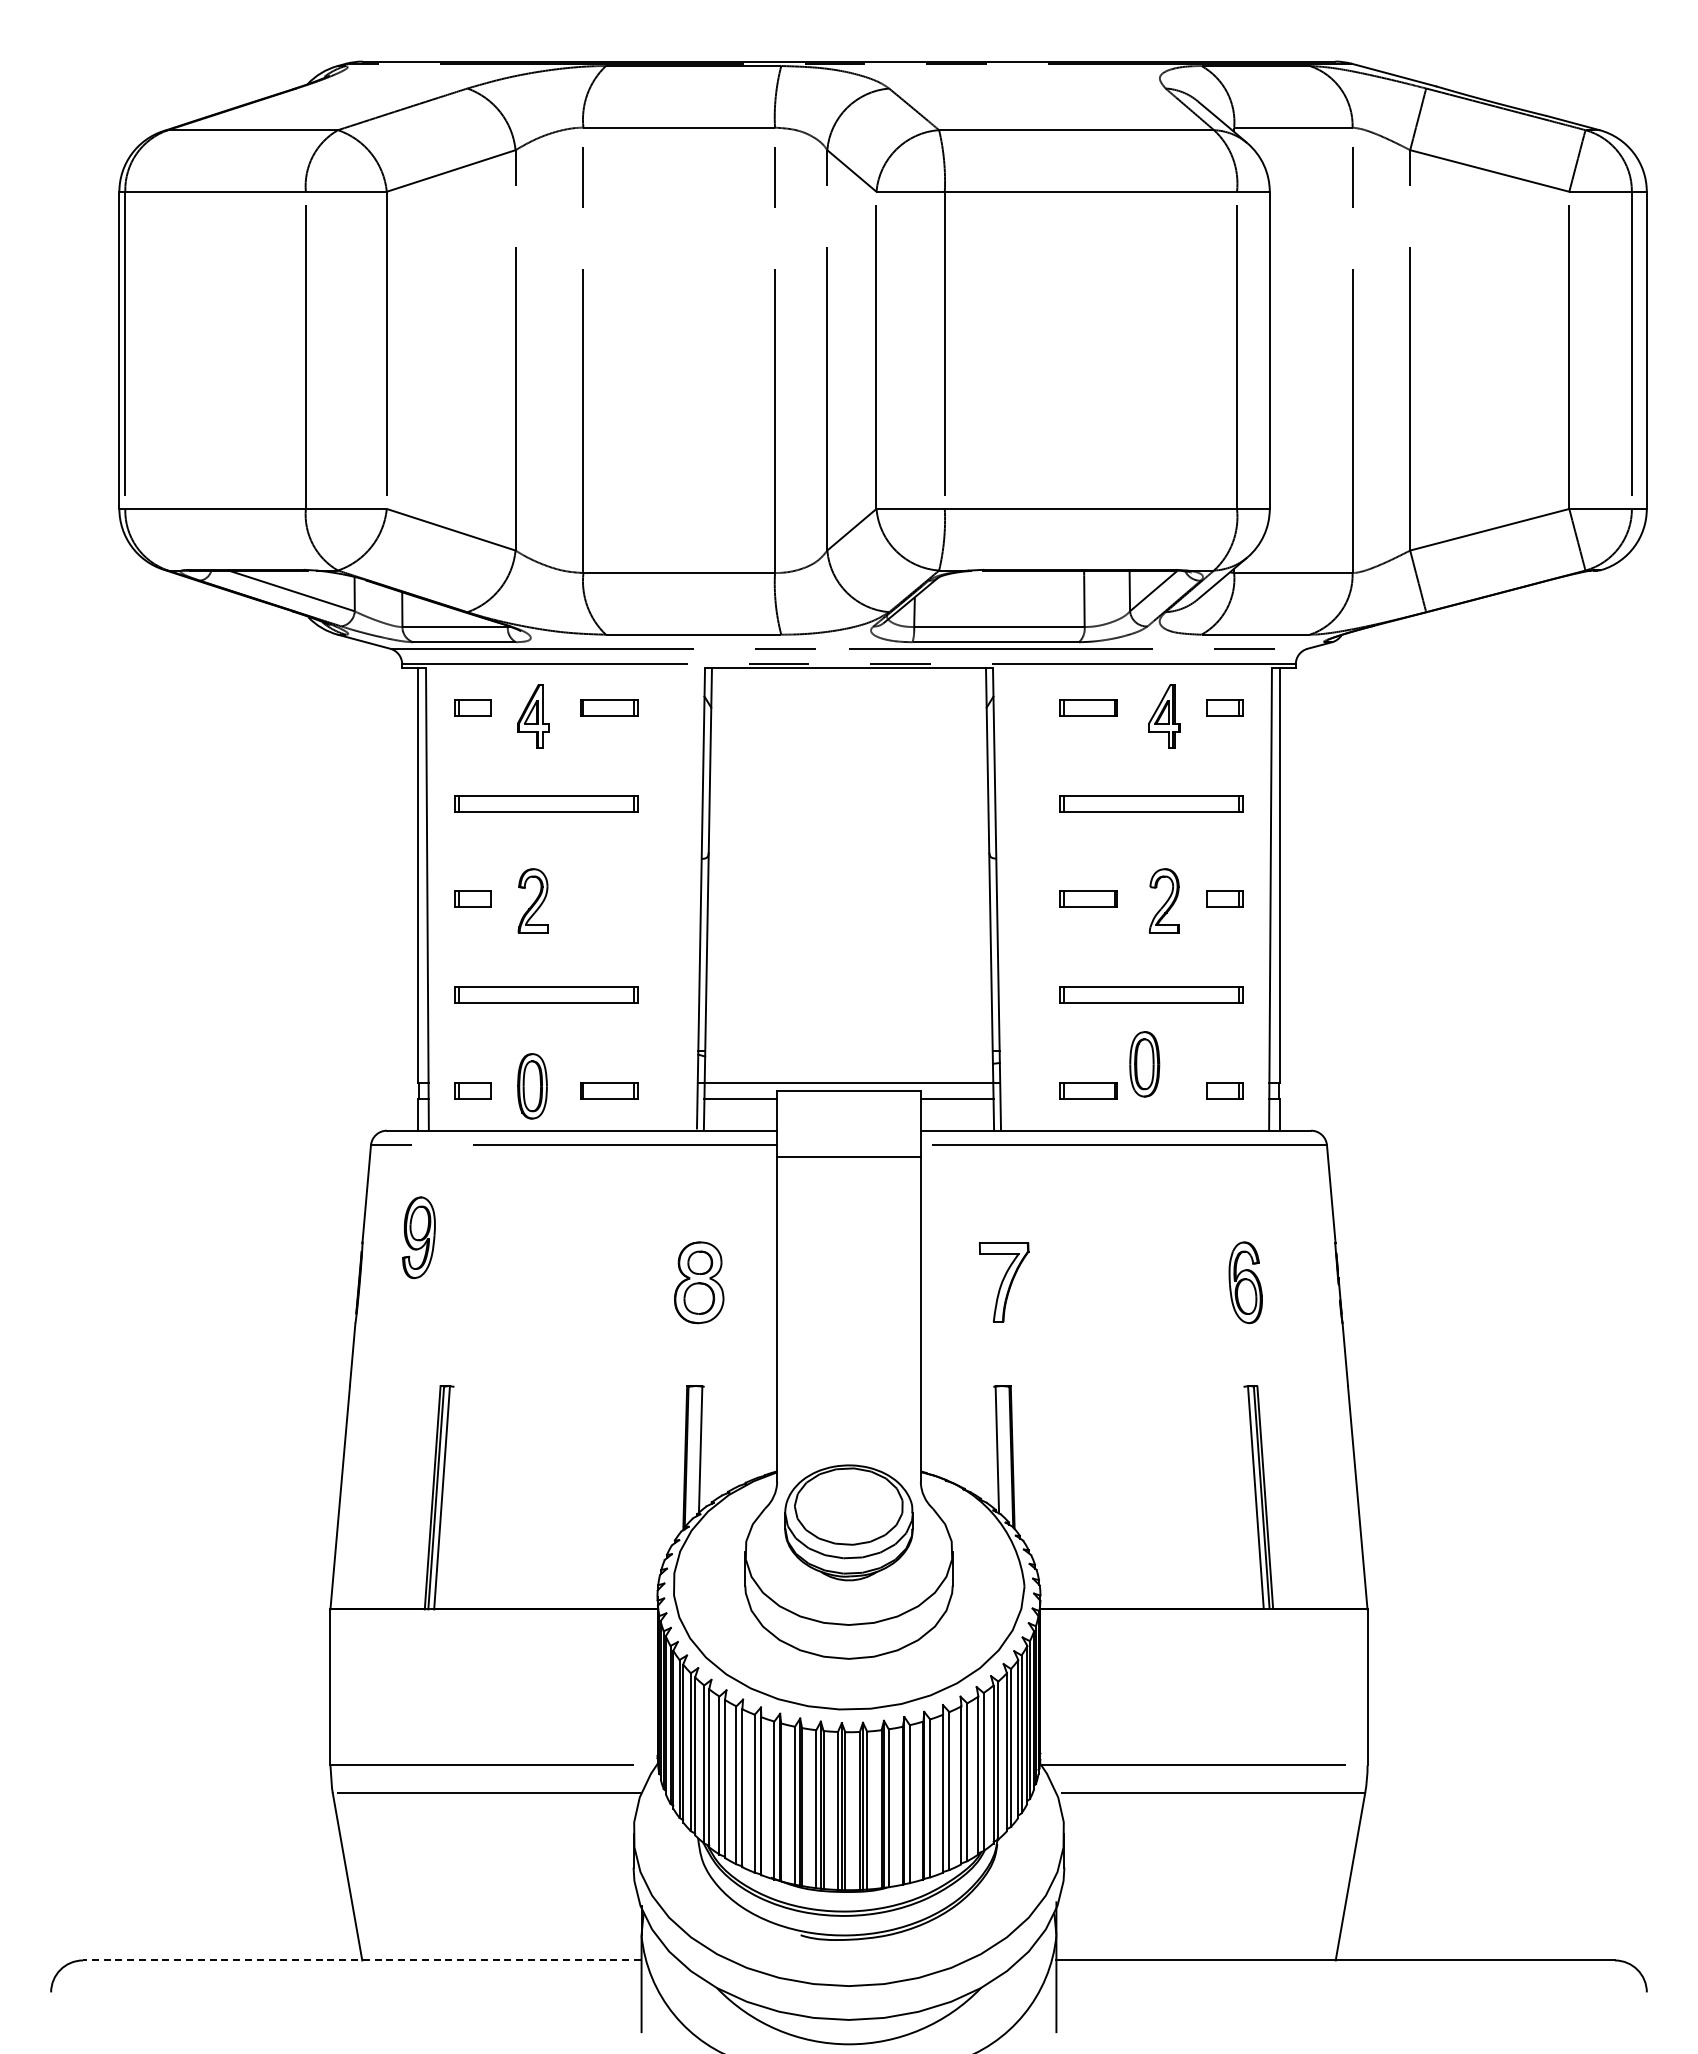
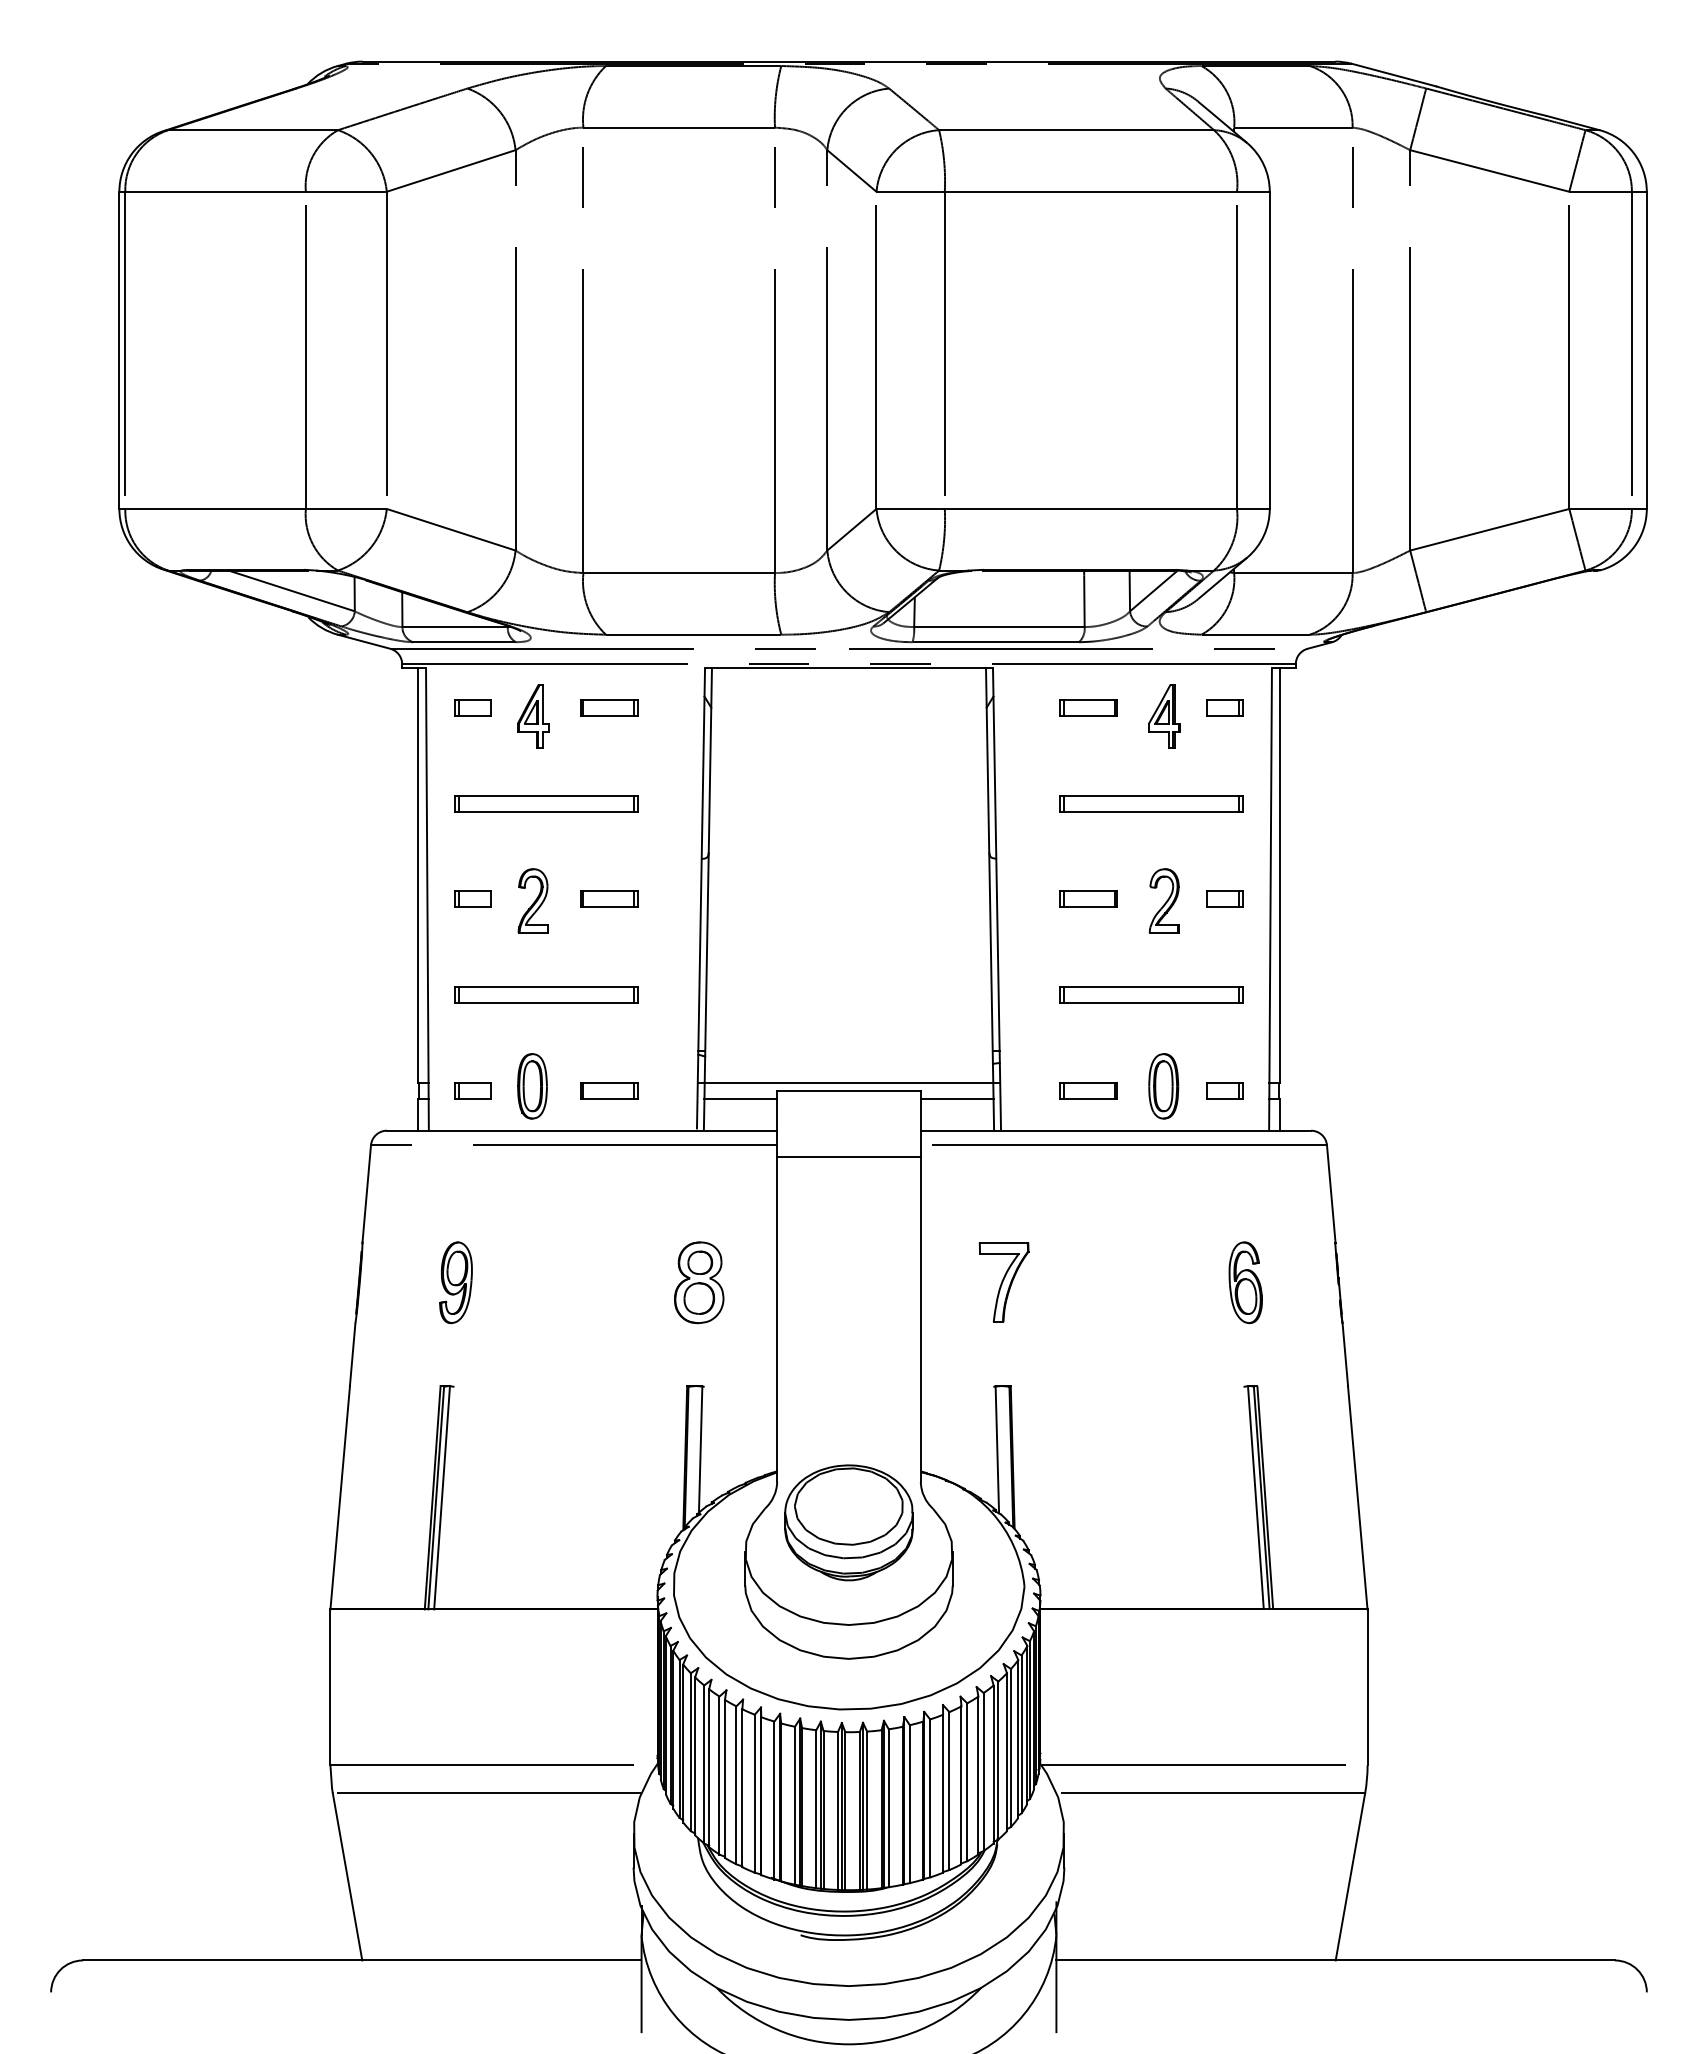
part at (609, 898): none -> present
part at (1144, 1064) position: (1144, 1064) -> (1163, 1086)
part at (418, 1237) position: (418, 1237) -> (455, 1282)
line at (362, 1960): dashed -> solid
